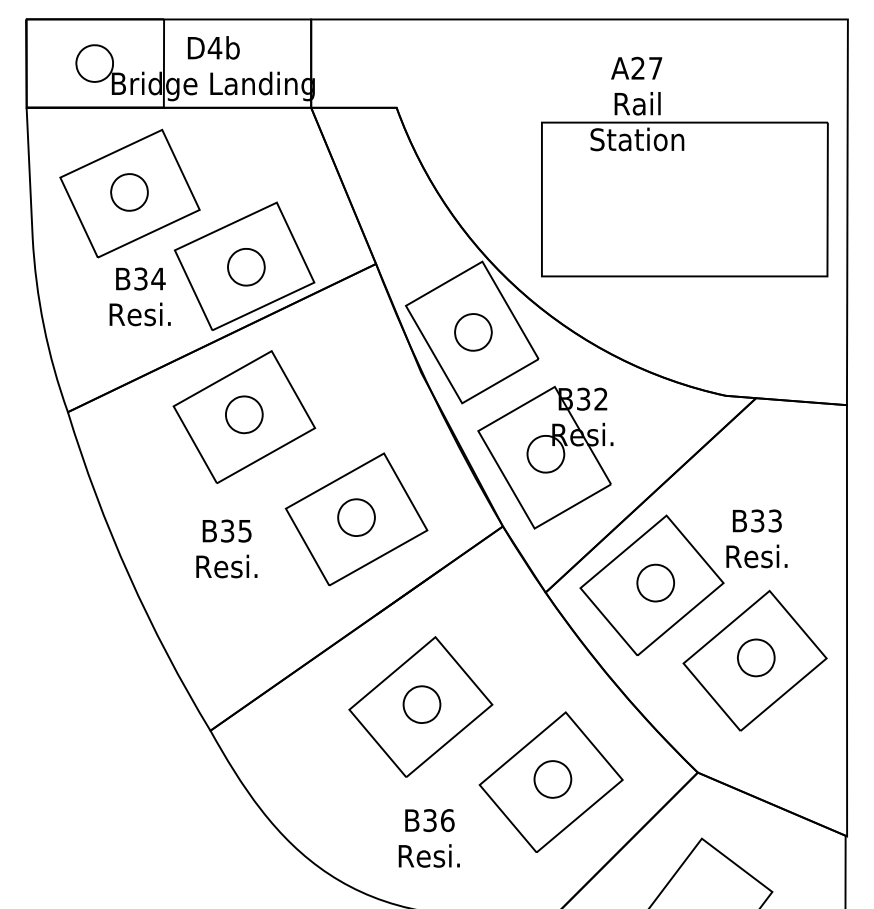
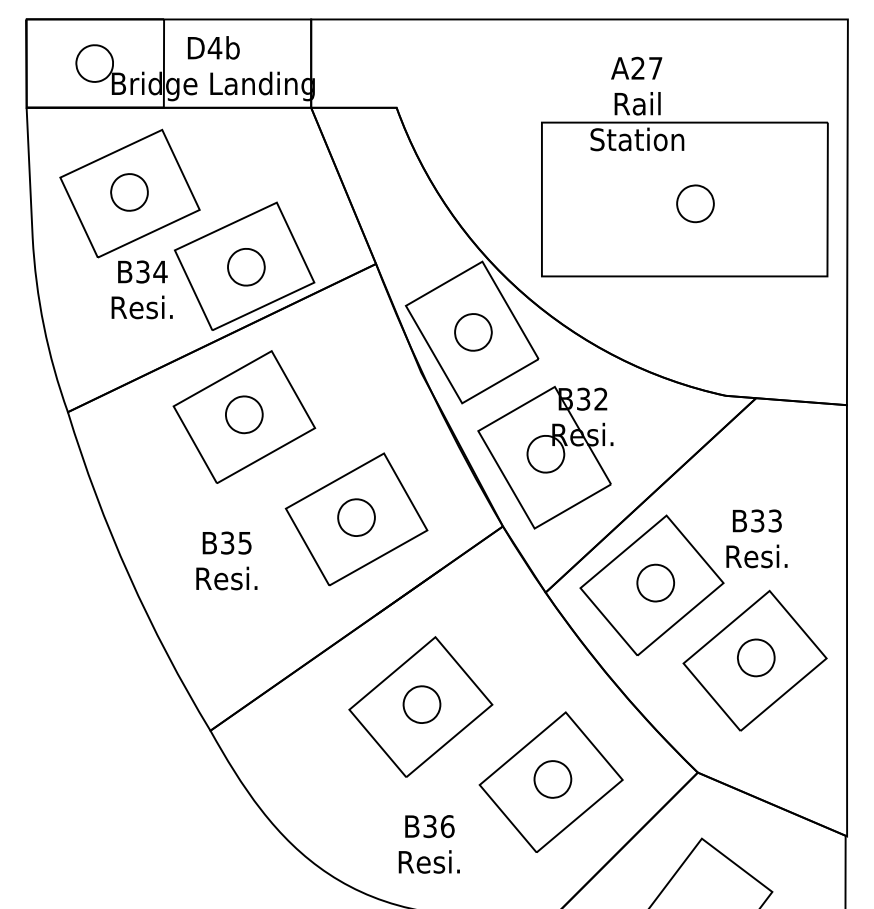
part at (695, 203): none -> present
text at (139, 296) position: (139, 296) -> (141, 289)
text at (226, 548) position: (226, 548) -> (226, 560)
text at (428, 838) position: (428, 838) -> (428, 844)
